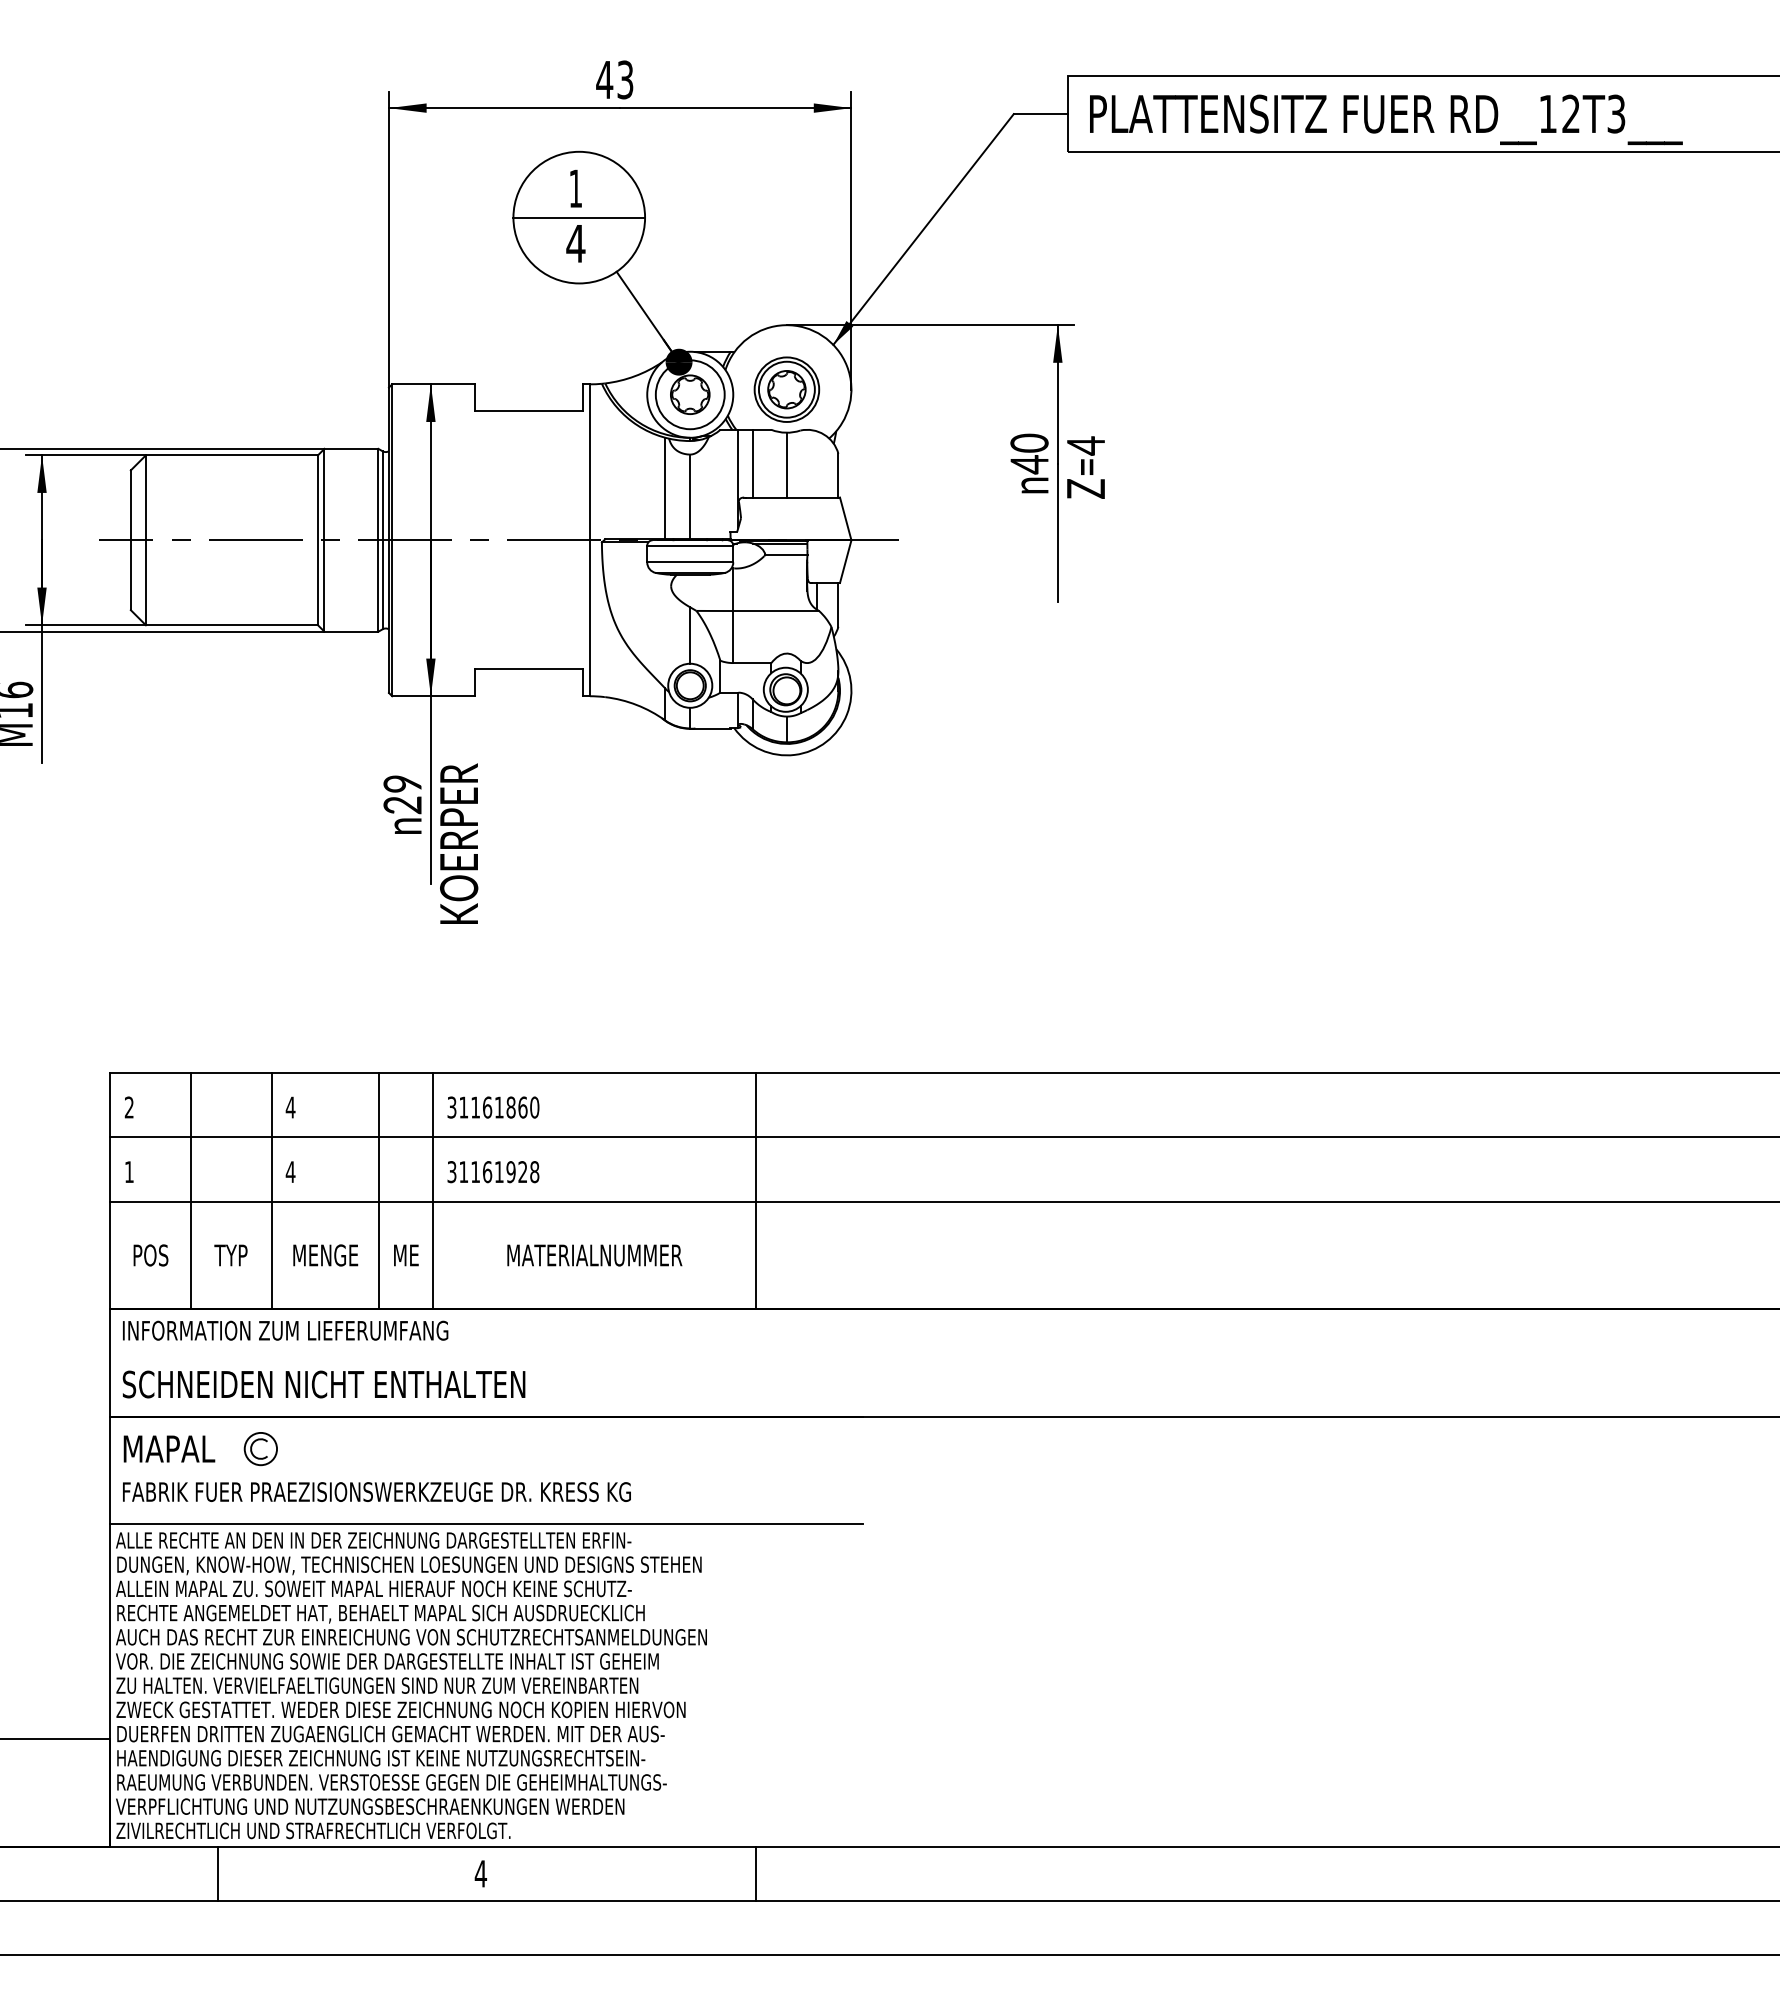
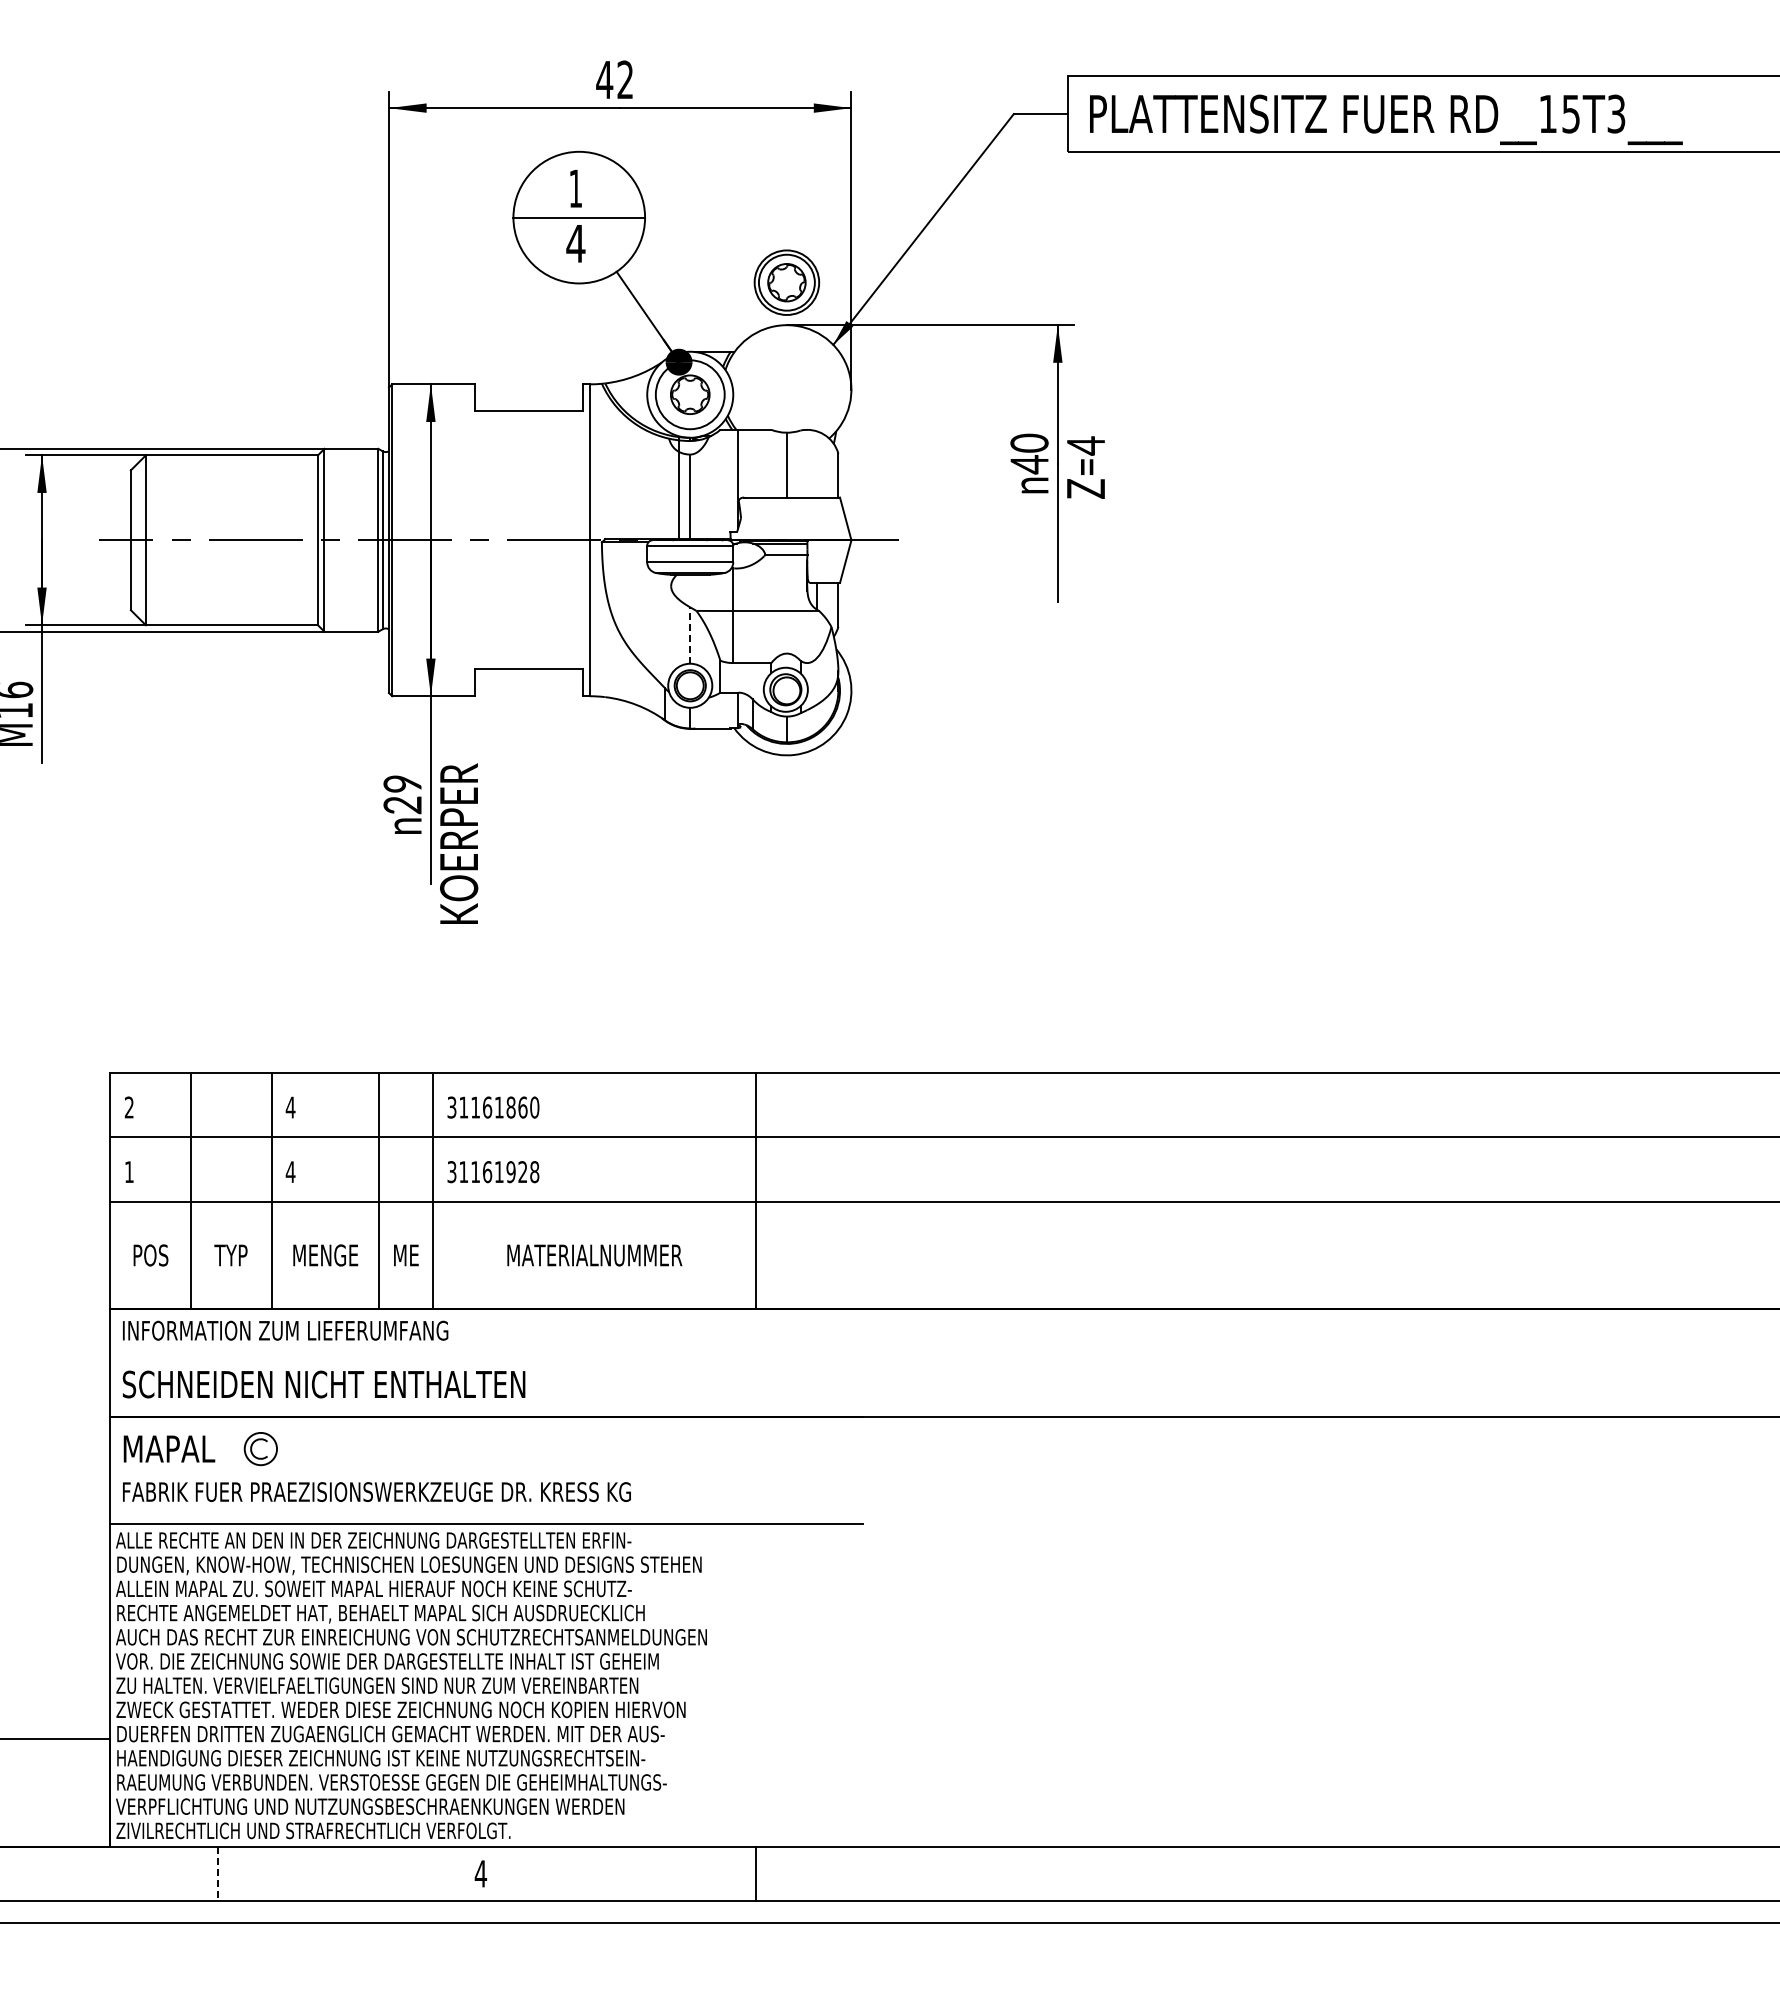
text at (625, 79): 43 -> 42
text at (1570, 113): RD__12T3___ -> RD__15T3___
part at (786, 389) position: (786, 389) -> (786, 282)
line at (752, 463): present -> none
line at (665, 488) position: (665, 488) -> (679, 488)
line at (690, 635): solid -> dashed
line at (217, 1873): solid -> dashed
line at (889, 1954) position: (889, 1954) -> (889, 1922)
